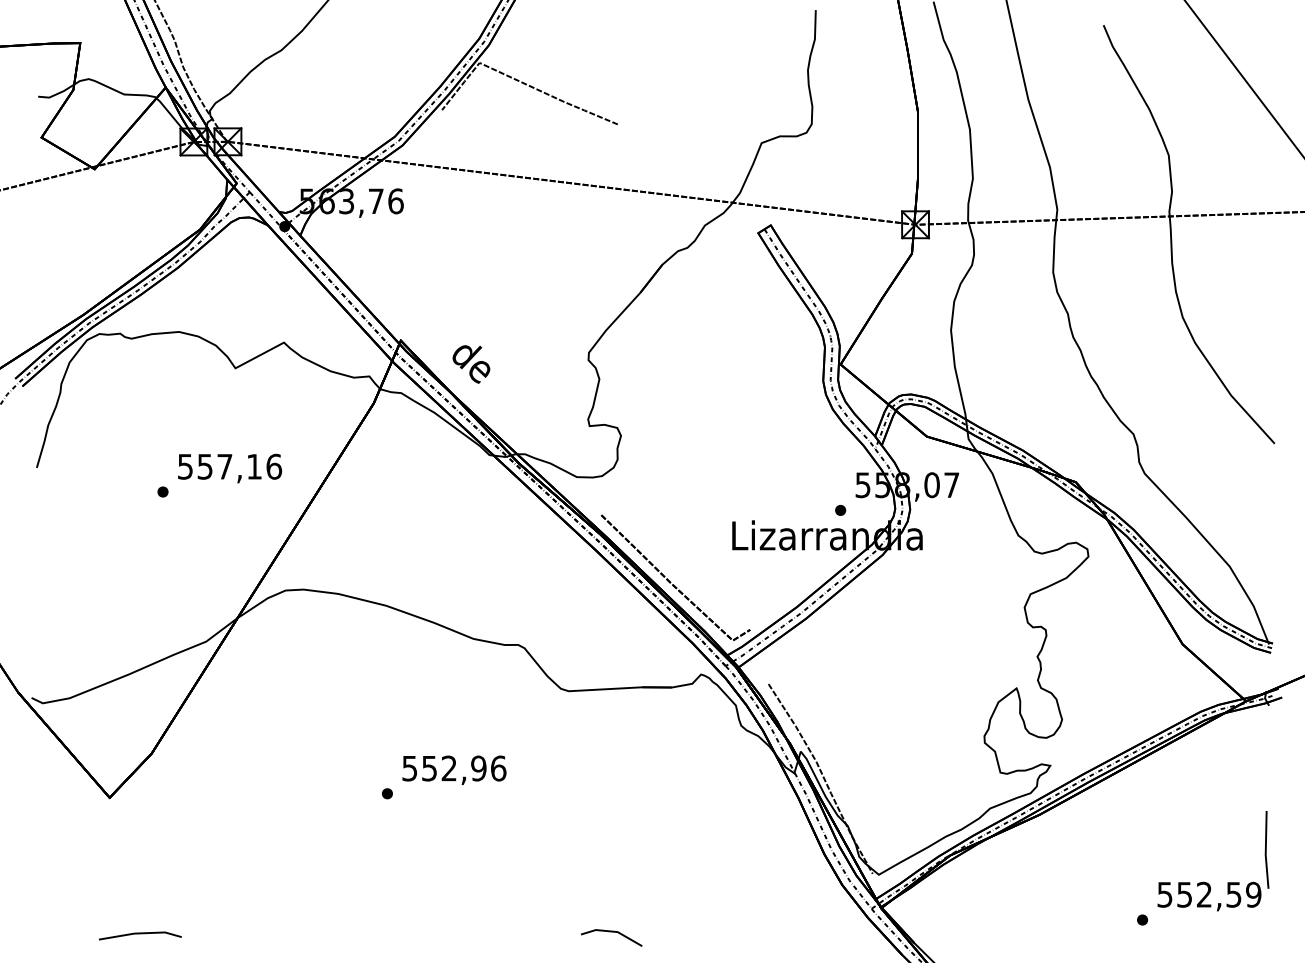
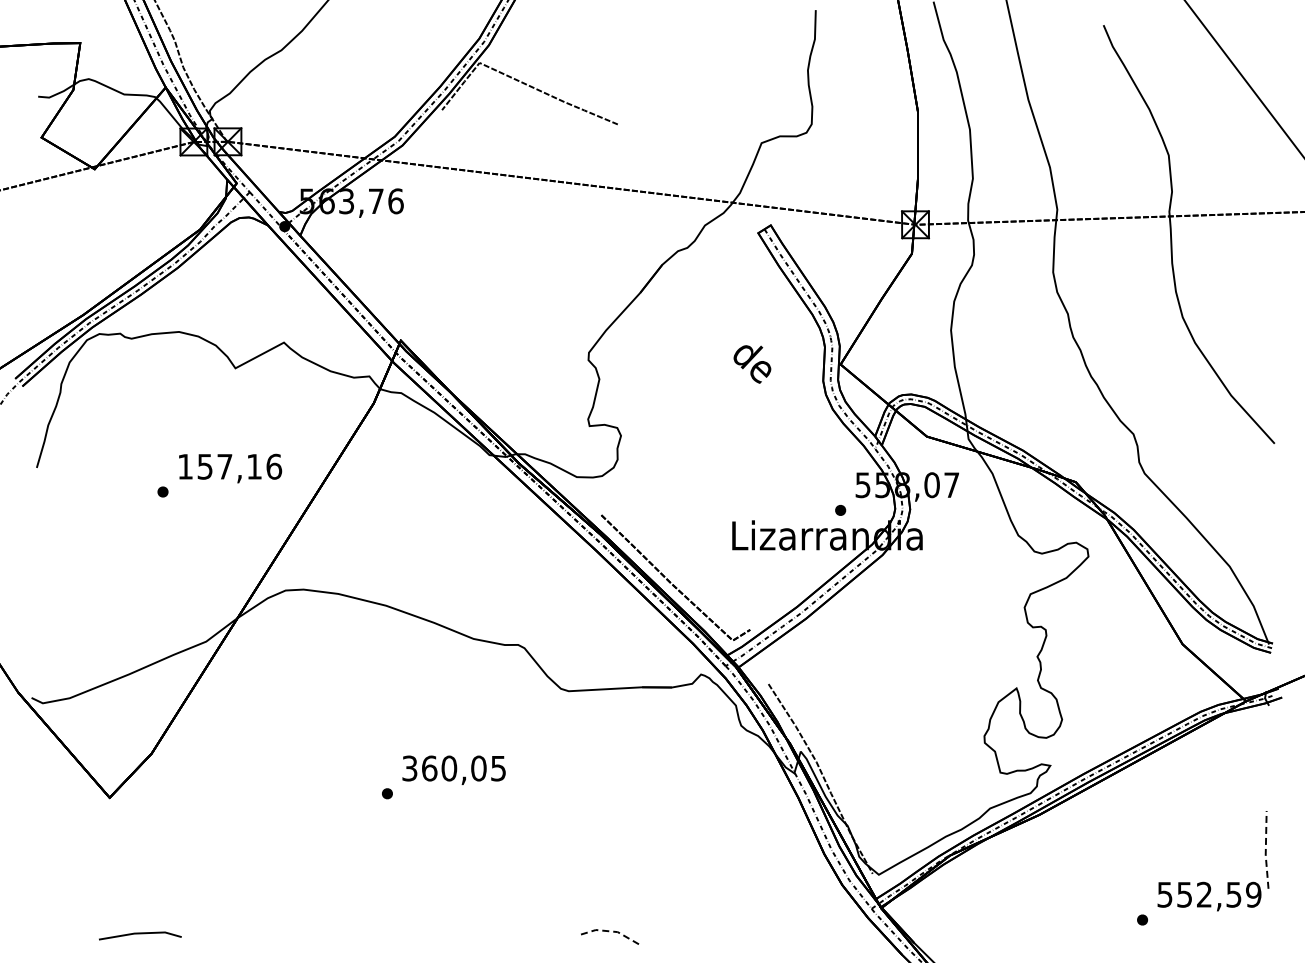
text at (471, 364) position: (471, 364) -> (752, 364)
text at (185, 466): 557,16 -> 157,16
text at (454, 768): 552,96 -> 360,05
line at (1265, 850): solid -> dashed
line at (613, 931): solid -> dashed
